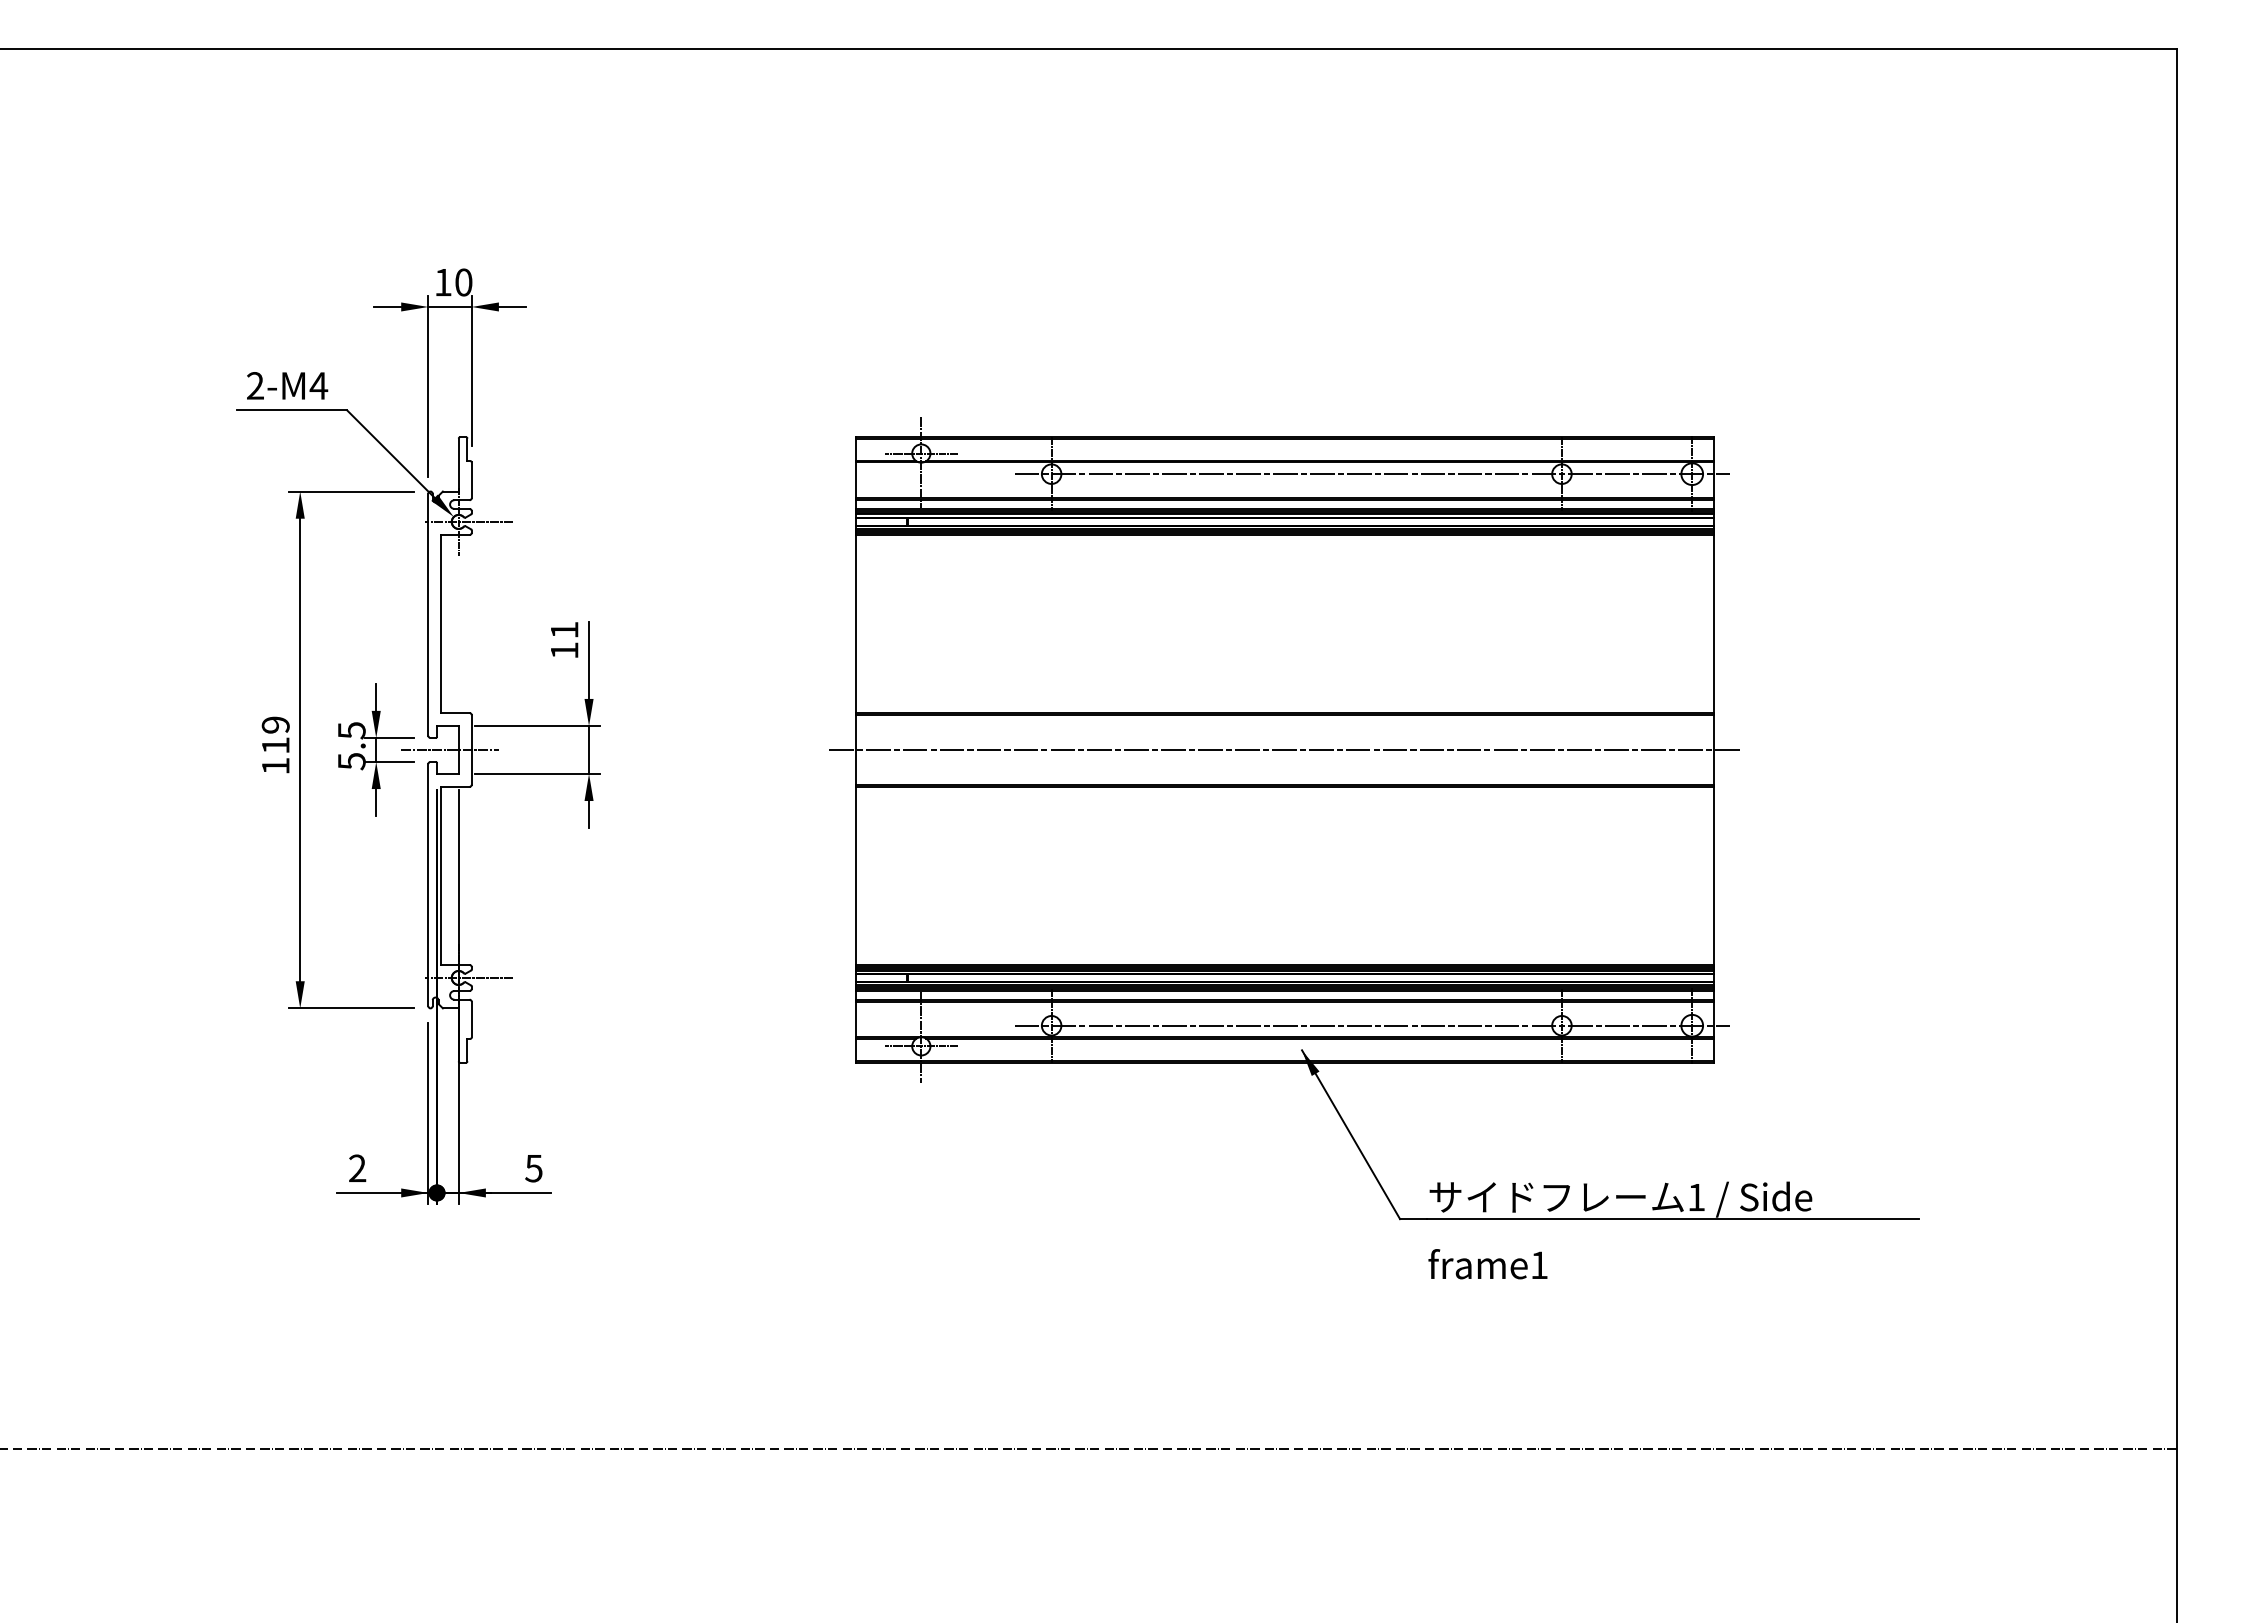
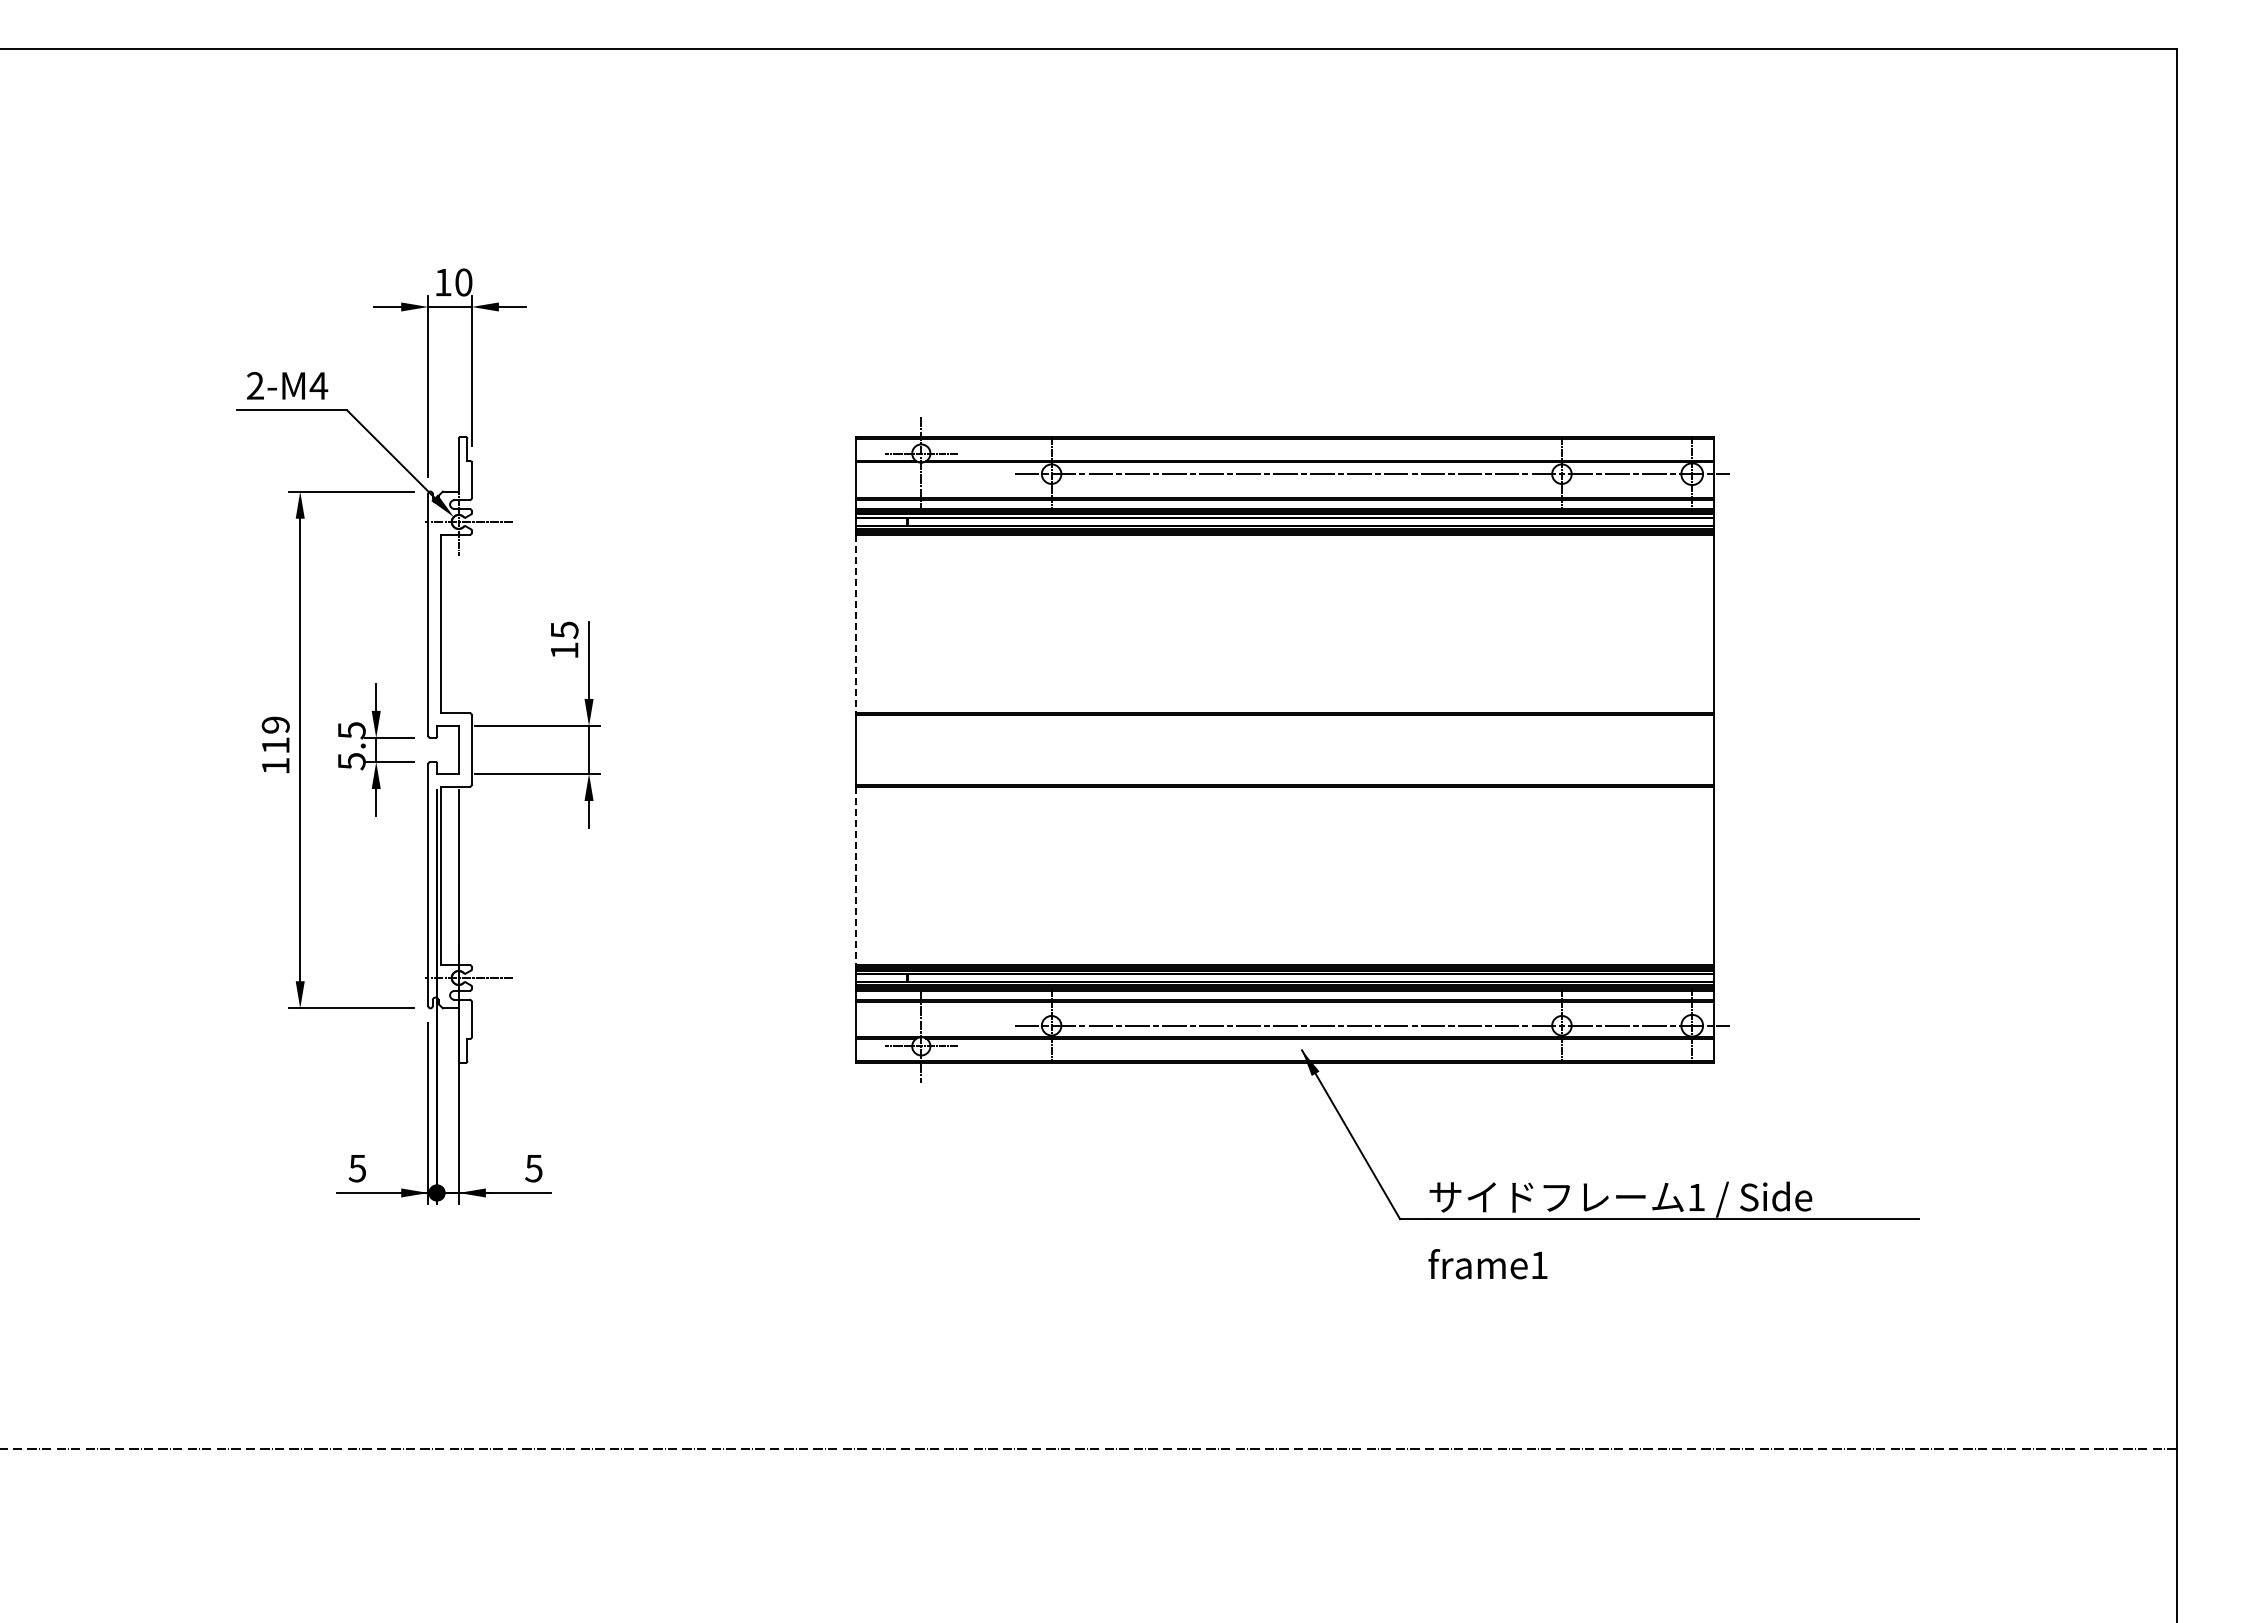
line at (856, 624): solid -> dashed
text at (564, 630): 11 -> 15
line at (449, 749): present -> none
line at (1285, 749): present -> none
line at (856, 876): solid -> dashed
text at (357, 1168): 2 -> 5
